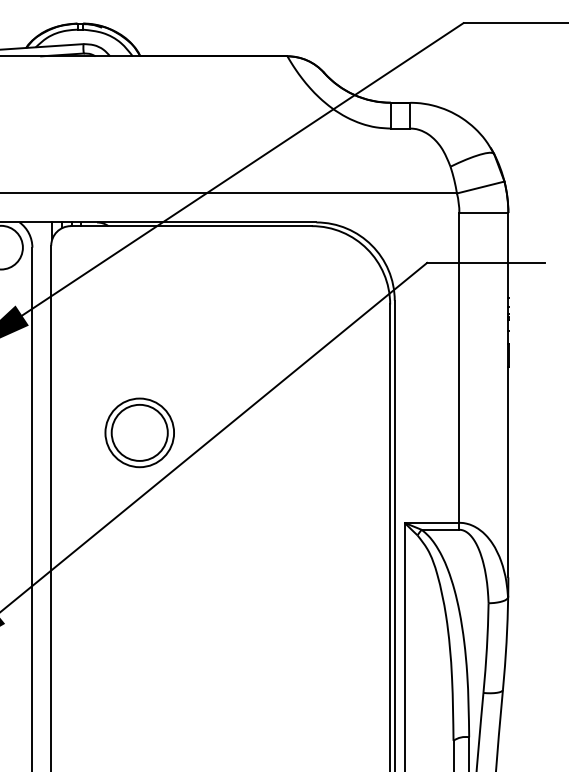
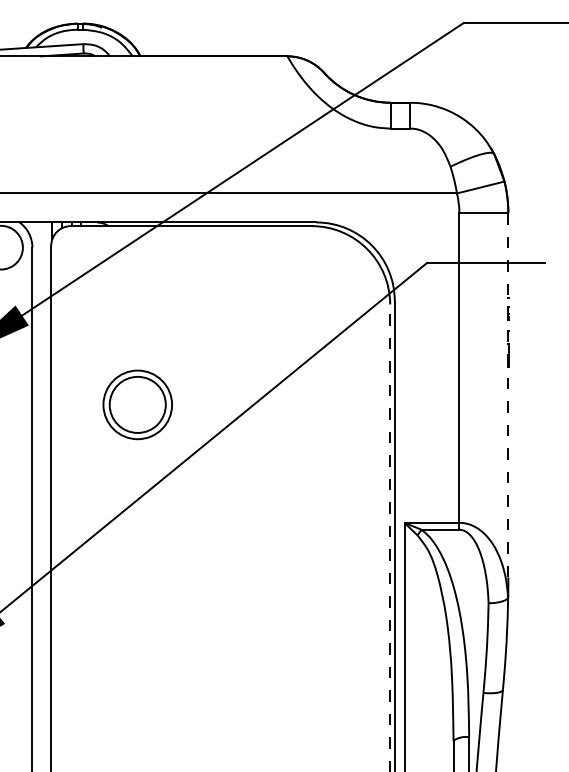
line at (508, 395): solid -> dashed
part at (139, 432) position: (139, 432) -> (137, 404)
line at (390, 537): solid -> dashed
